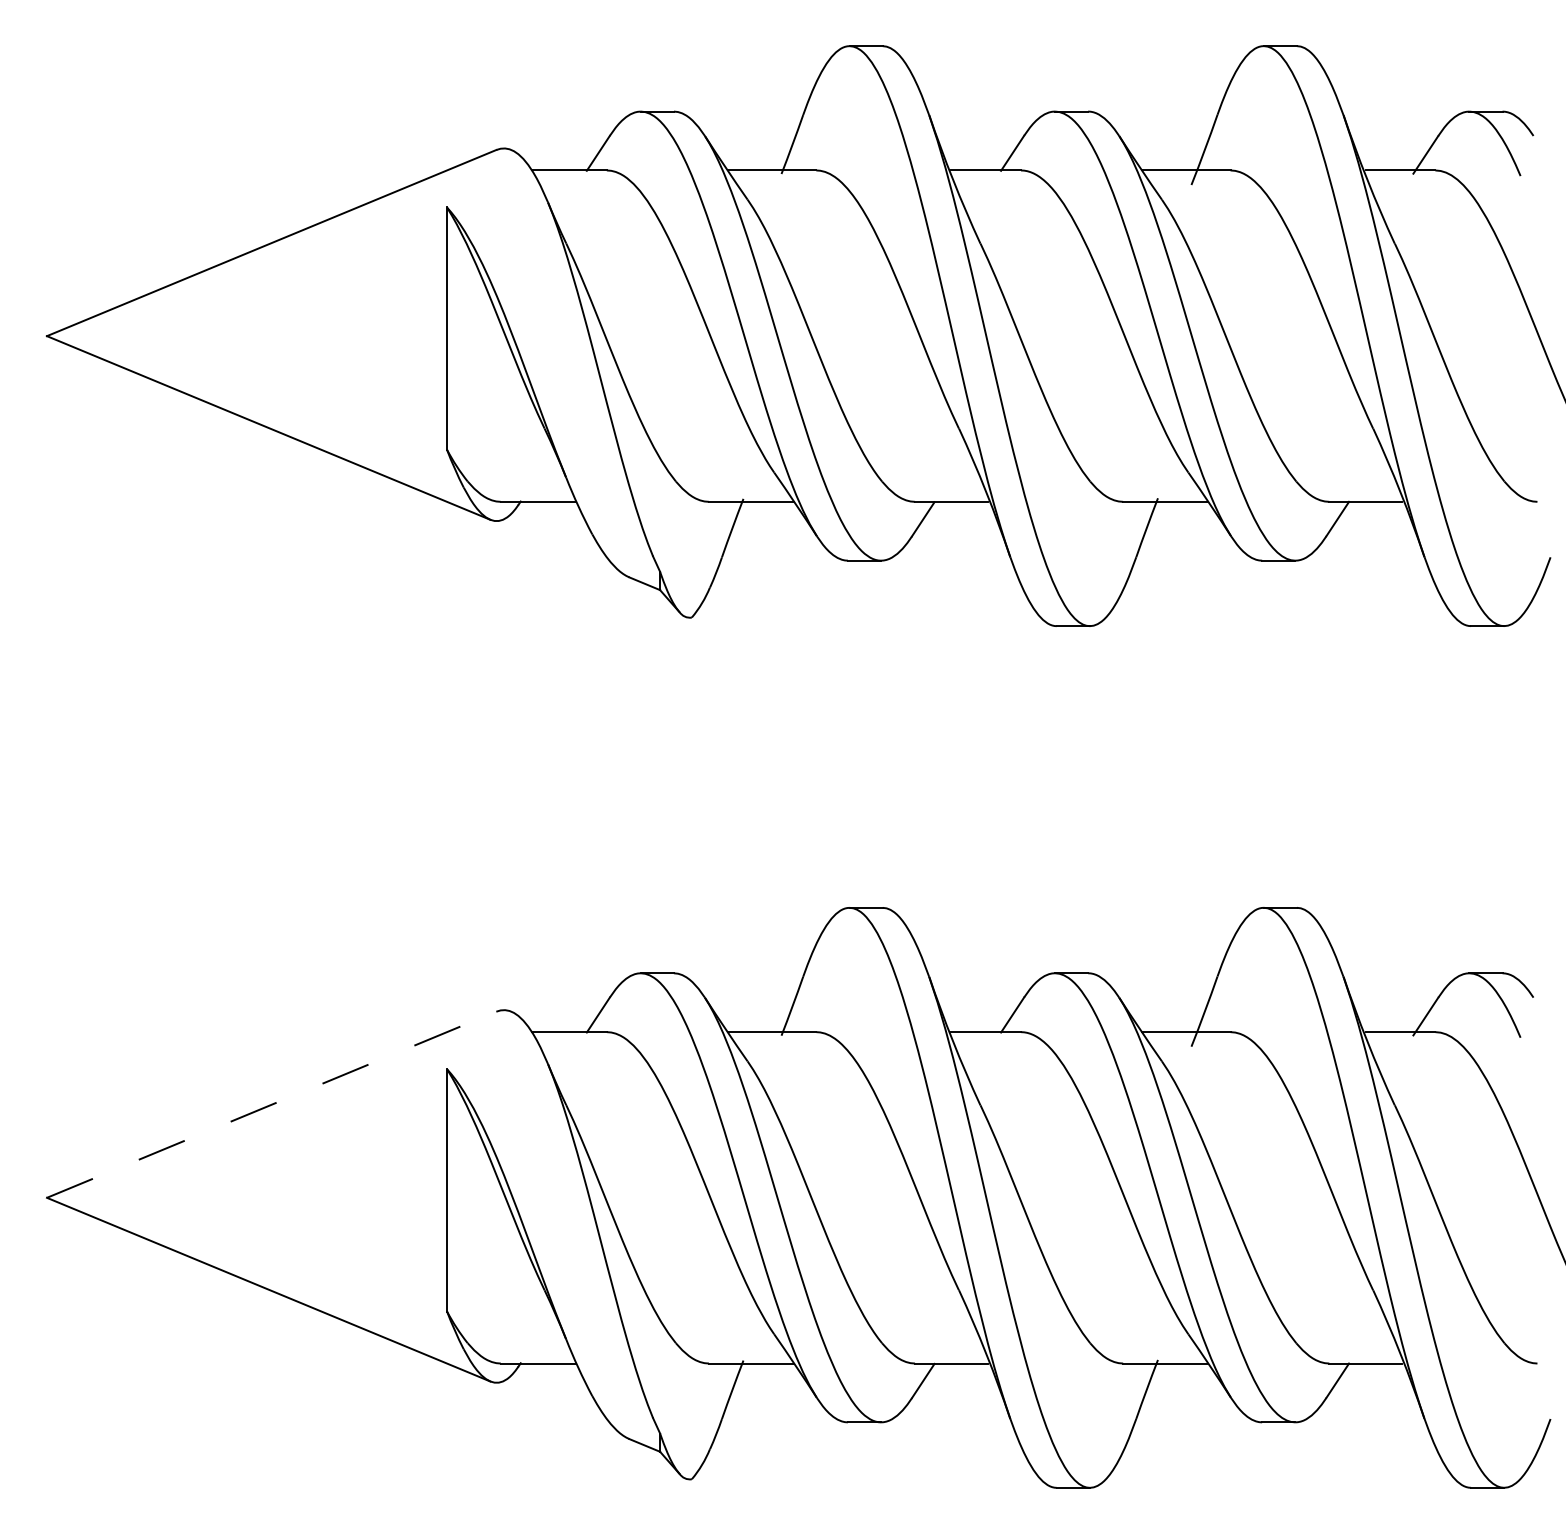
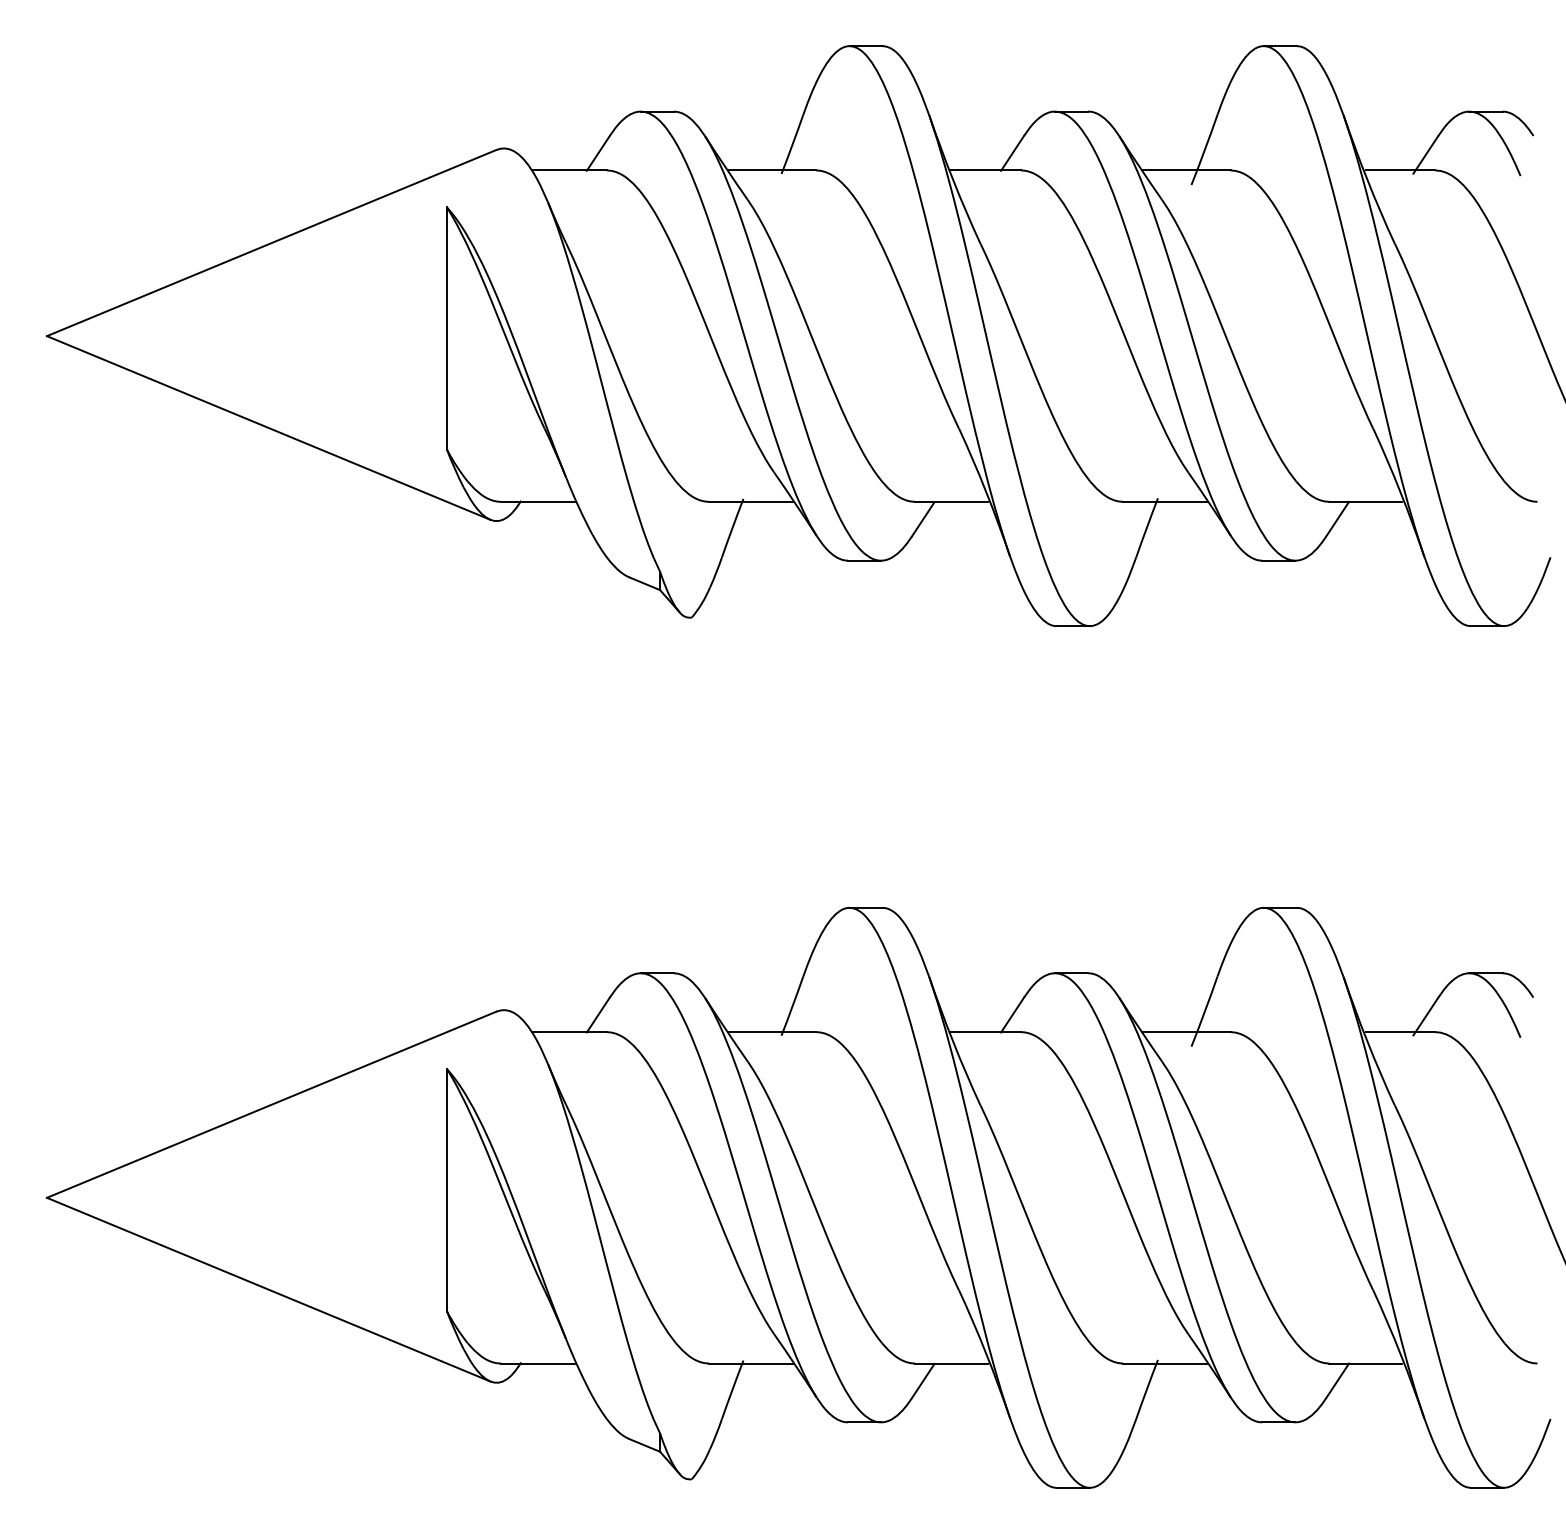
line at (272, 1104): dashed -> solid
